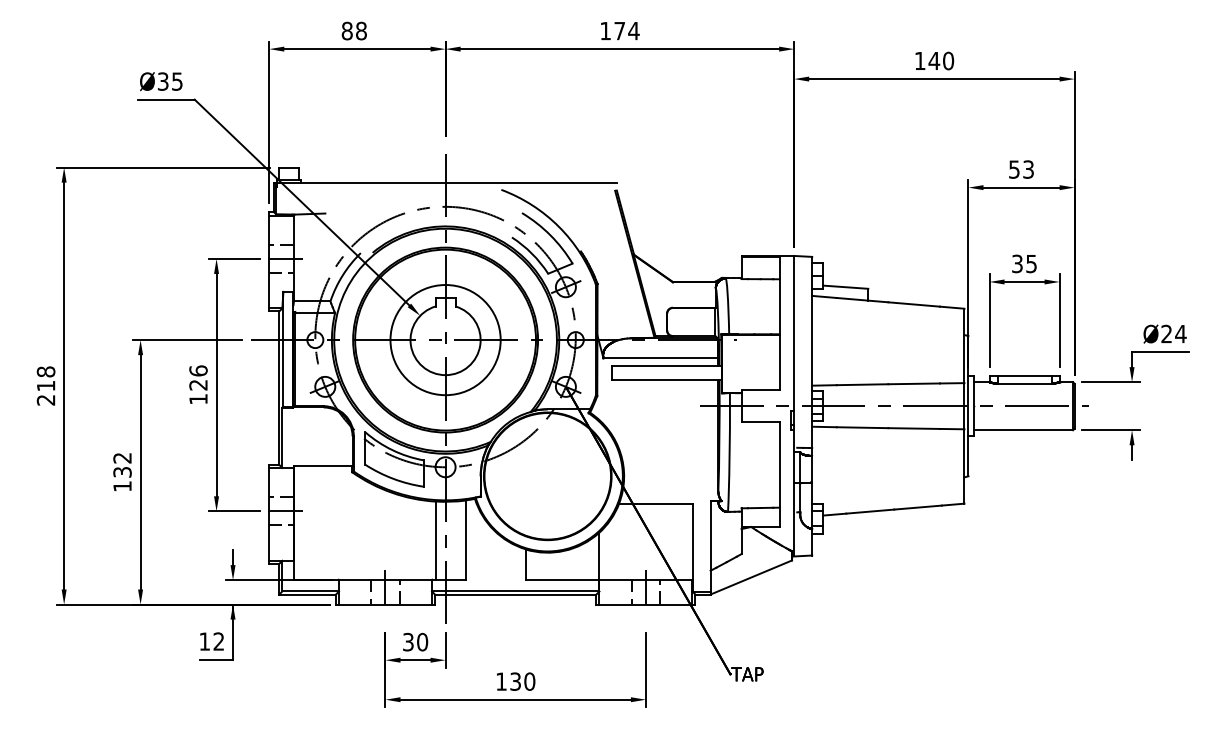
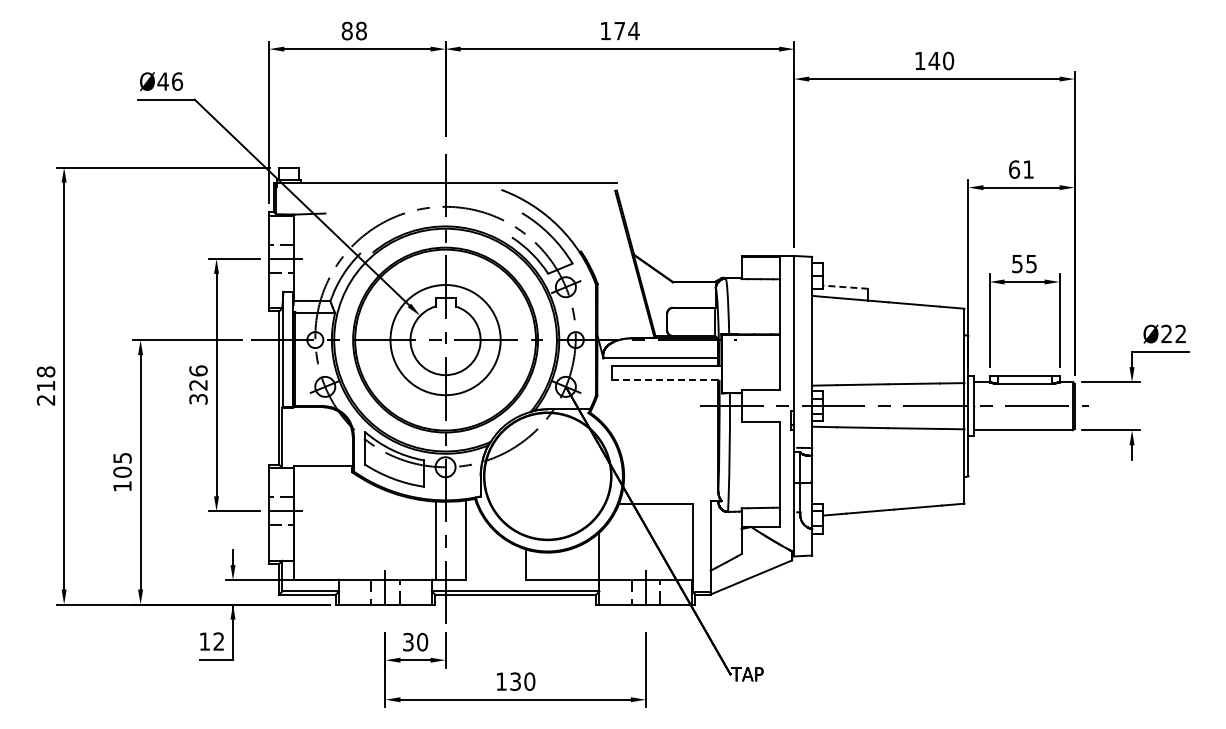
text at (170, 81): Ø35 -> Ø46
text at (1021, 169): 53 -> 61
text at (1017, 263): 35 -> 55
line at (845, 287): solid -> dashed
text at (1180, 333): Ø24 -> Ø22
line at (666, 380): solid -> dashed
text at (198, 399): 126 -> 326
text at (122, 465): 132 -> 105
